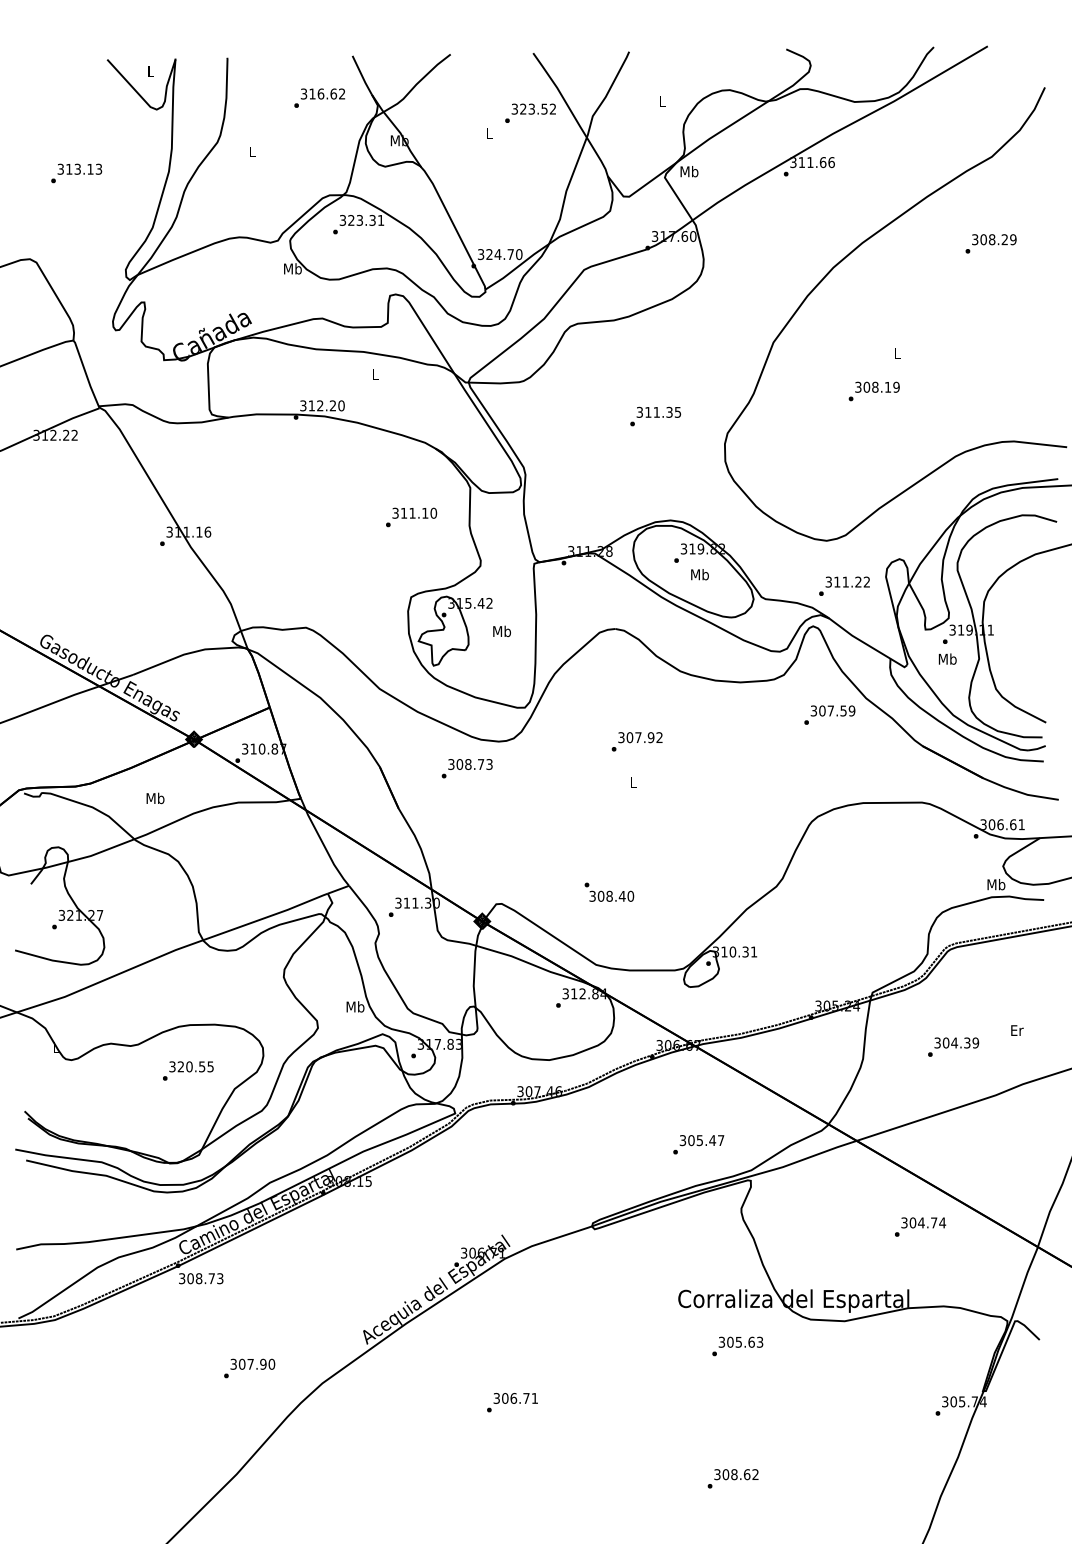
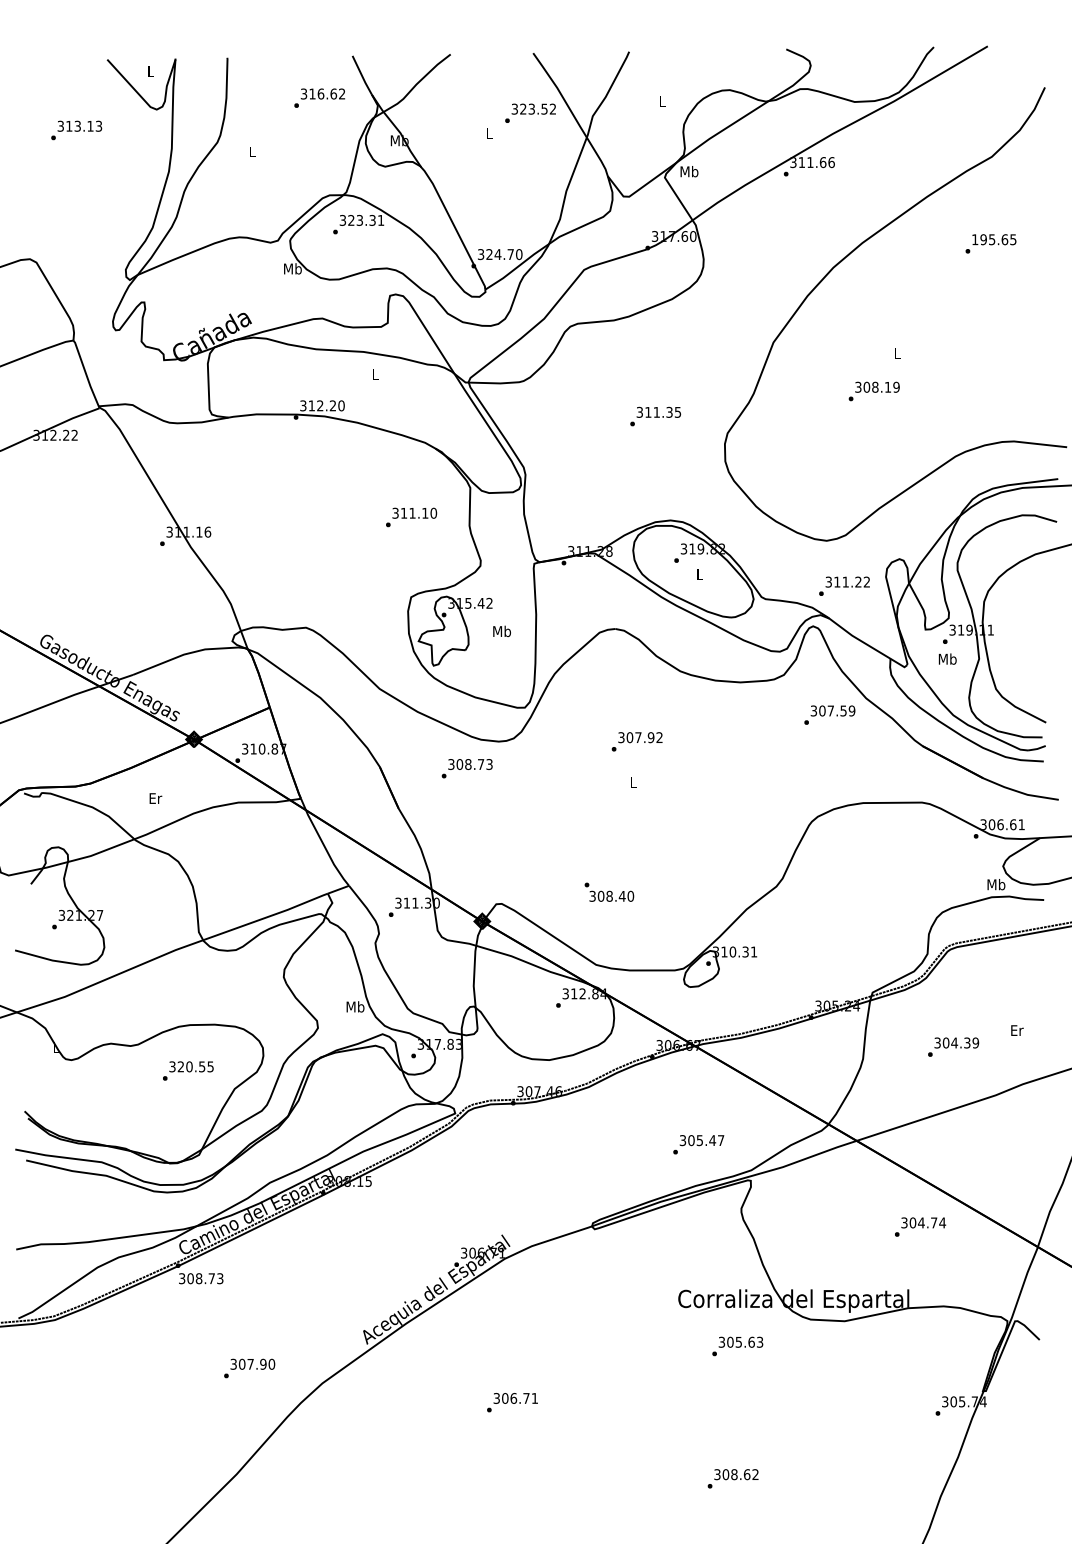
text at (76, 173) position: (76, 173) -> (76, 130)
text at (994, 239): 308.29 -> 195.65
text at (699, 574): Mb -> L
text at (155, 798): Mb -> Er
